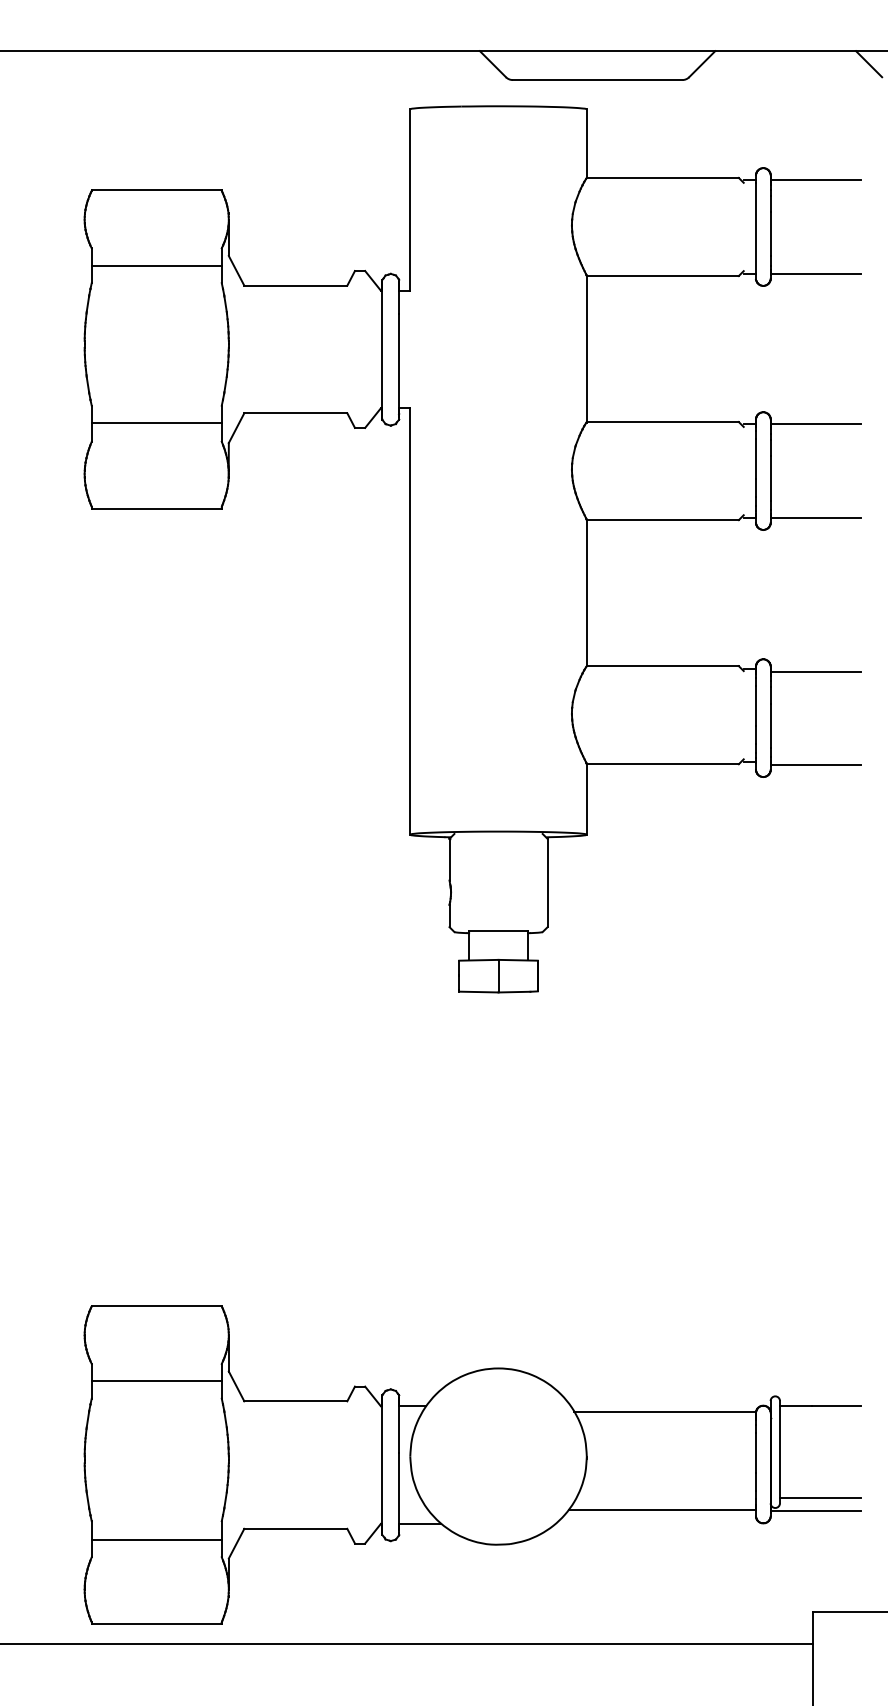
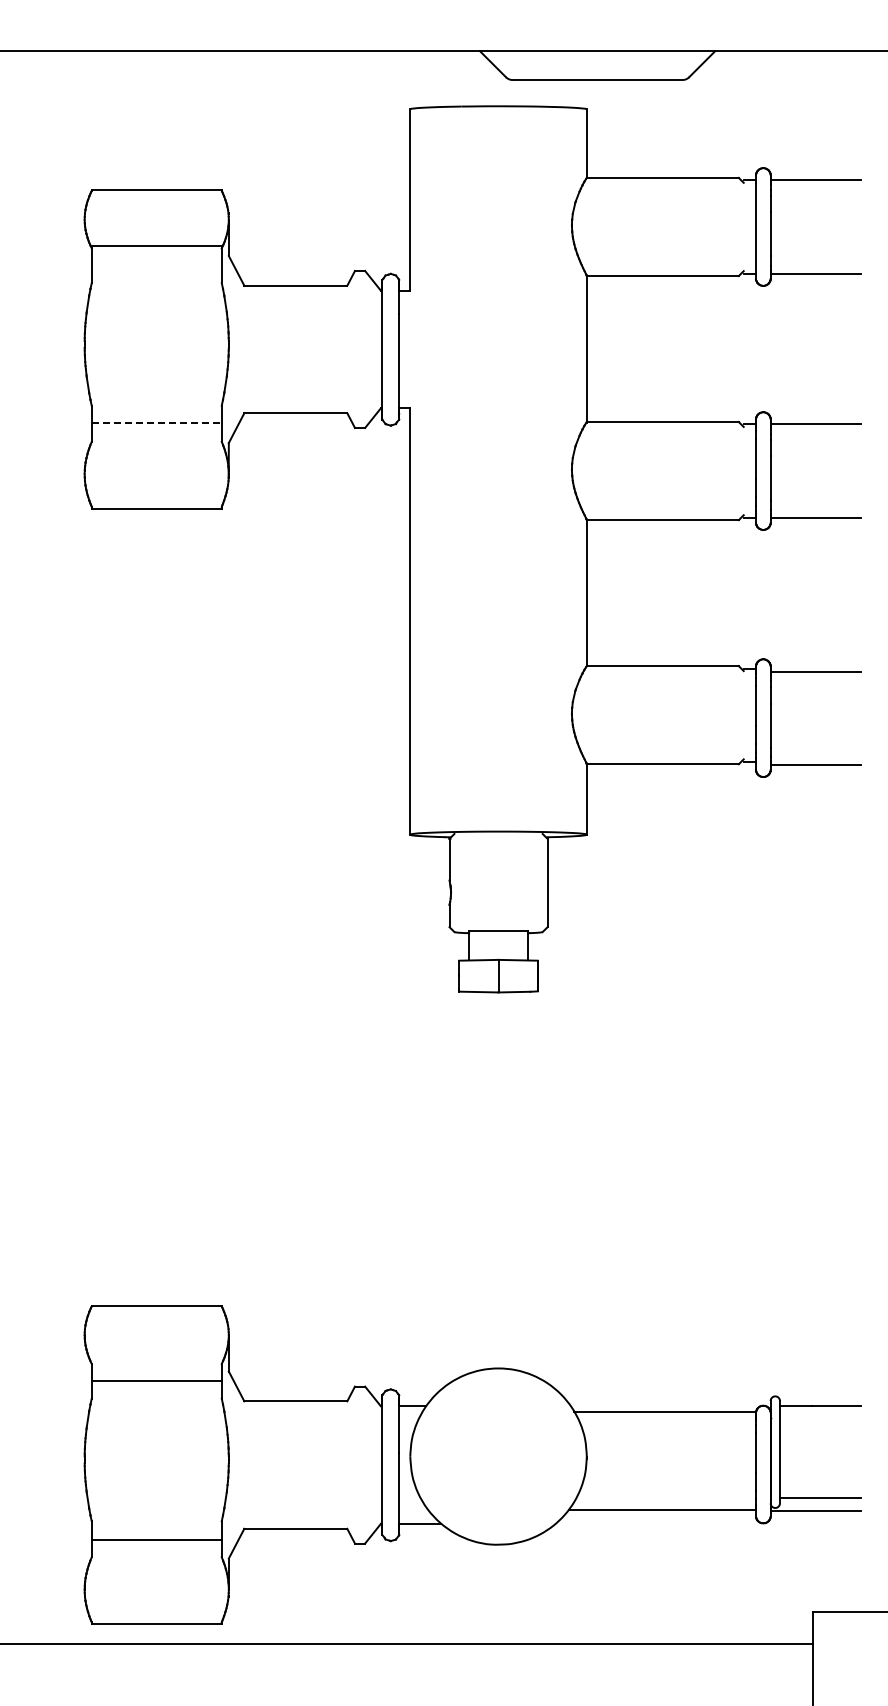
line at (869, 64): present -> none
line at (156, 265) position: (156, 265) -> (156, 245)
line at (157, 423): solid -> dashed
